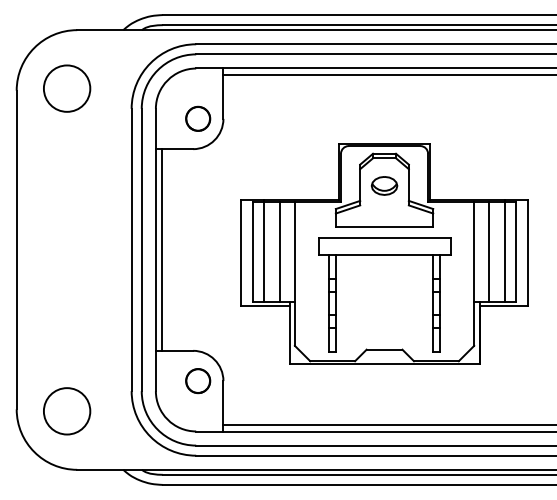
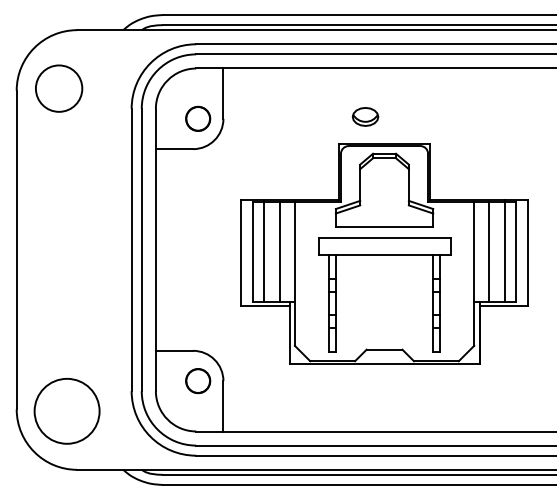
line at (388, 75): present -> none
circle at (67, 88) position: (67, 88) -> (59, 88)
part at (384, 185) position: (384, 185) -> (365, 116)
line at (161, 249): present -> none
circle at (66, 411) diameter: 46 px -> 65 px
line at (388, 424): present -> none
